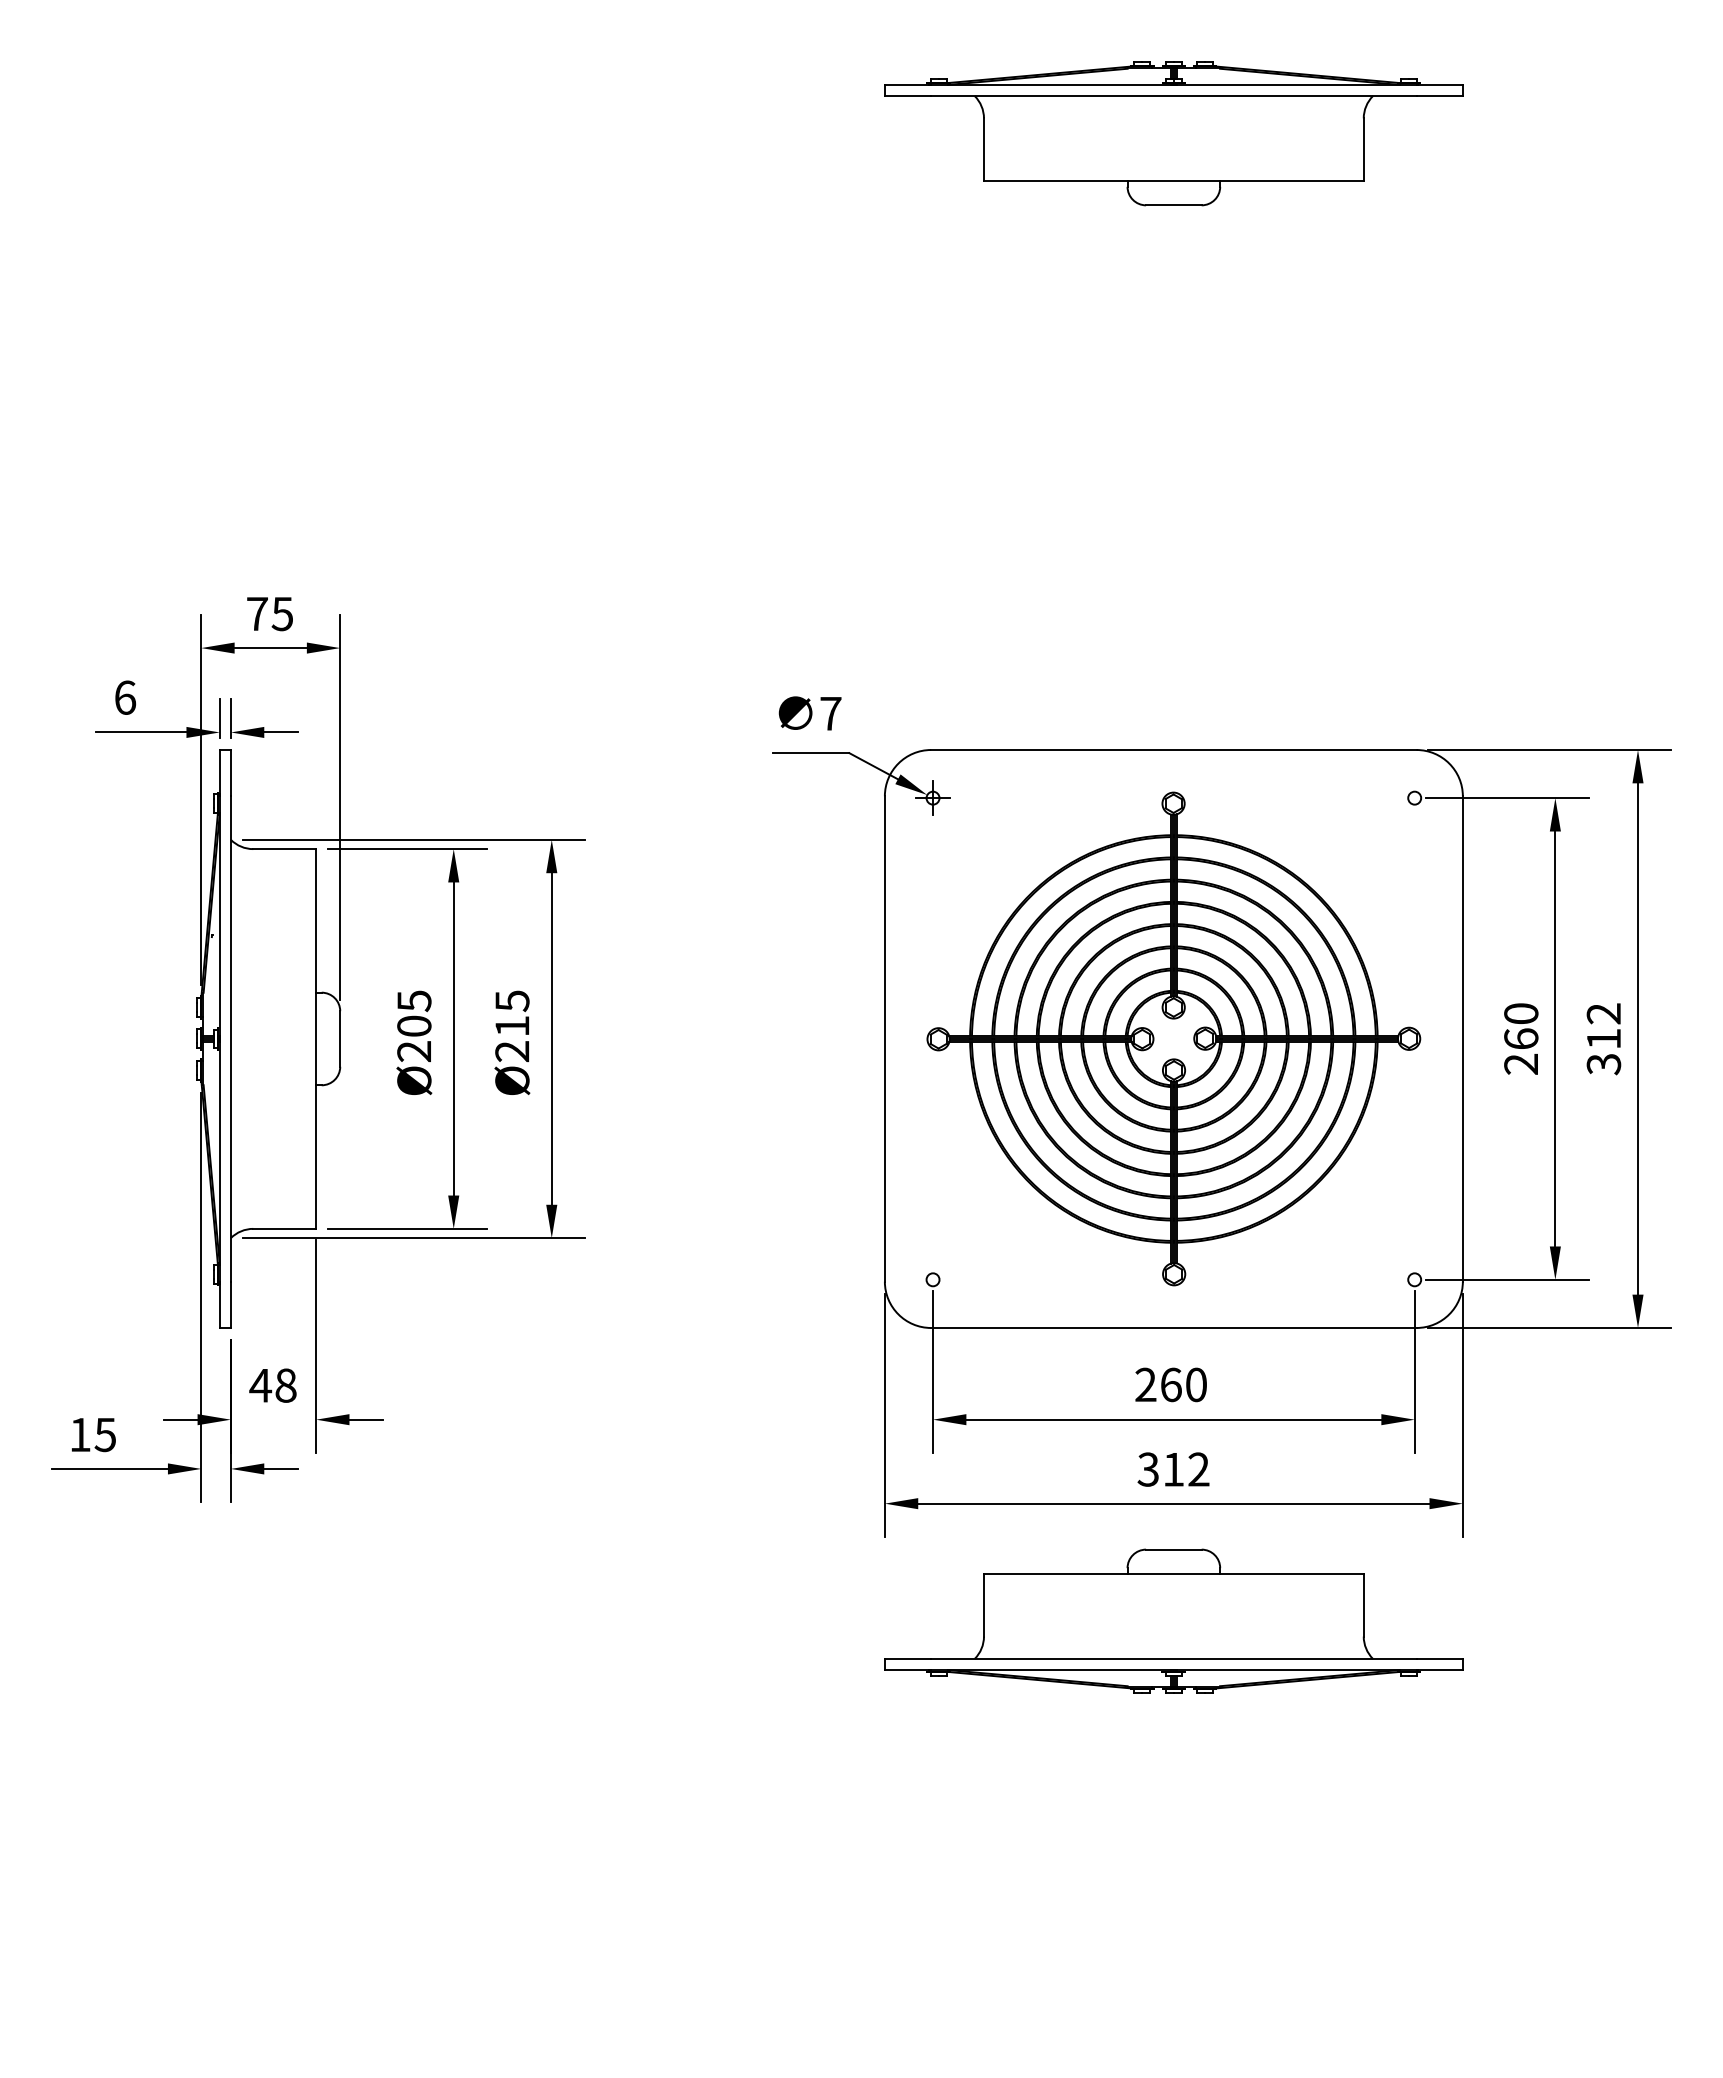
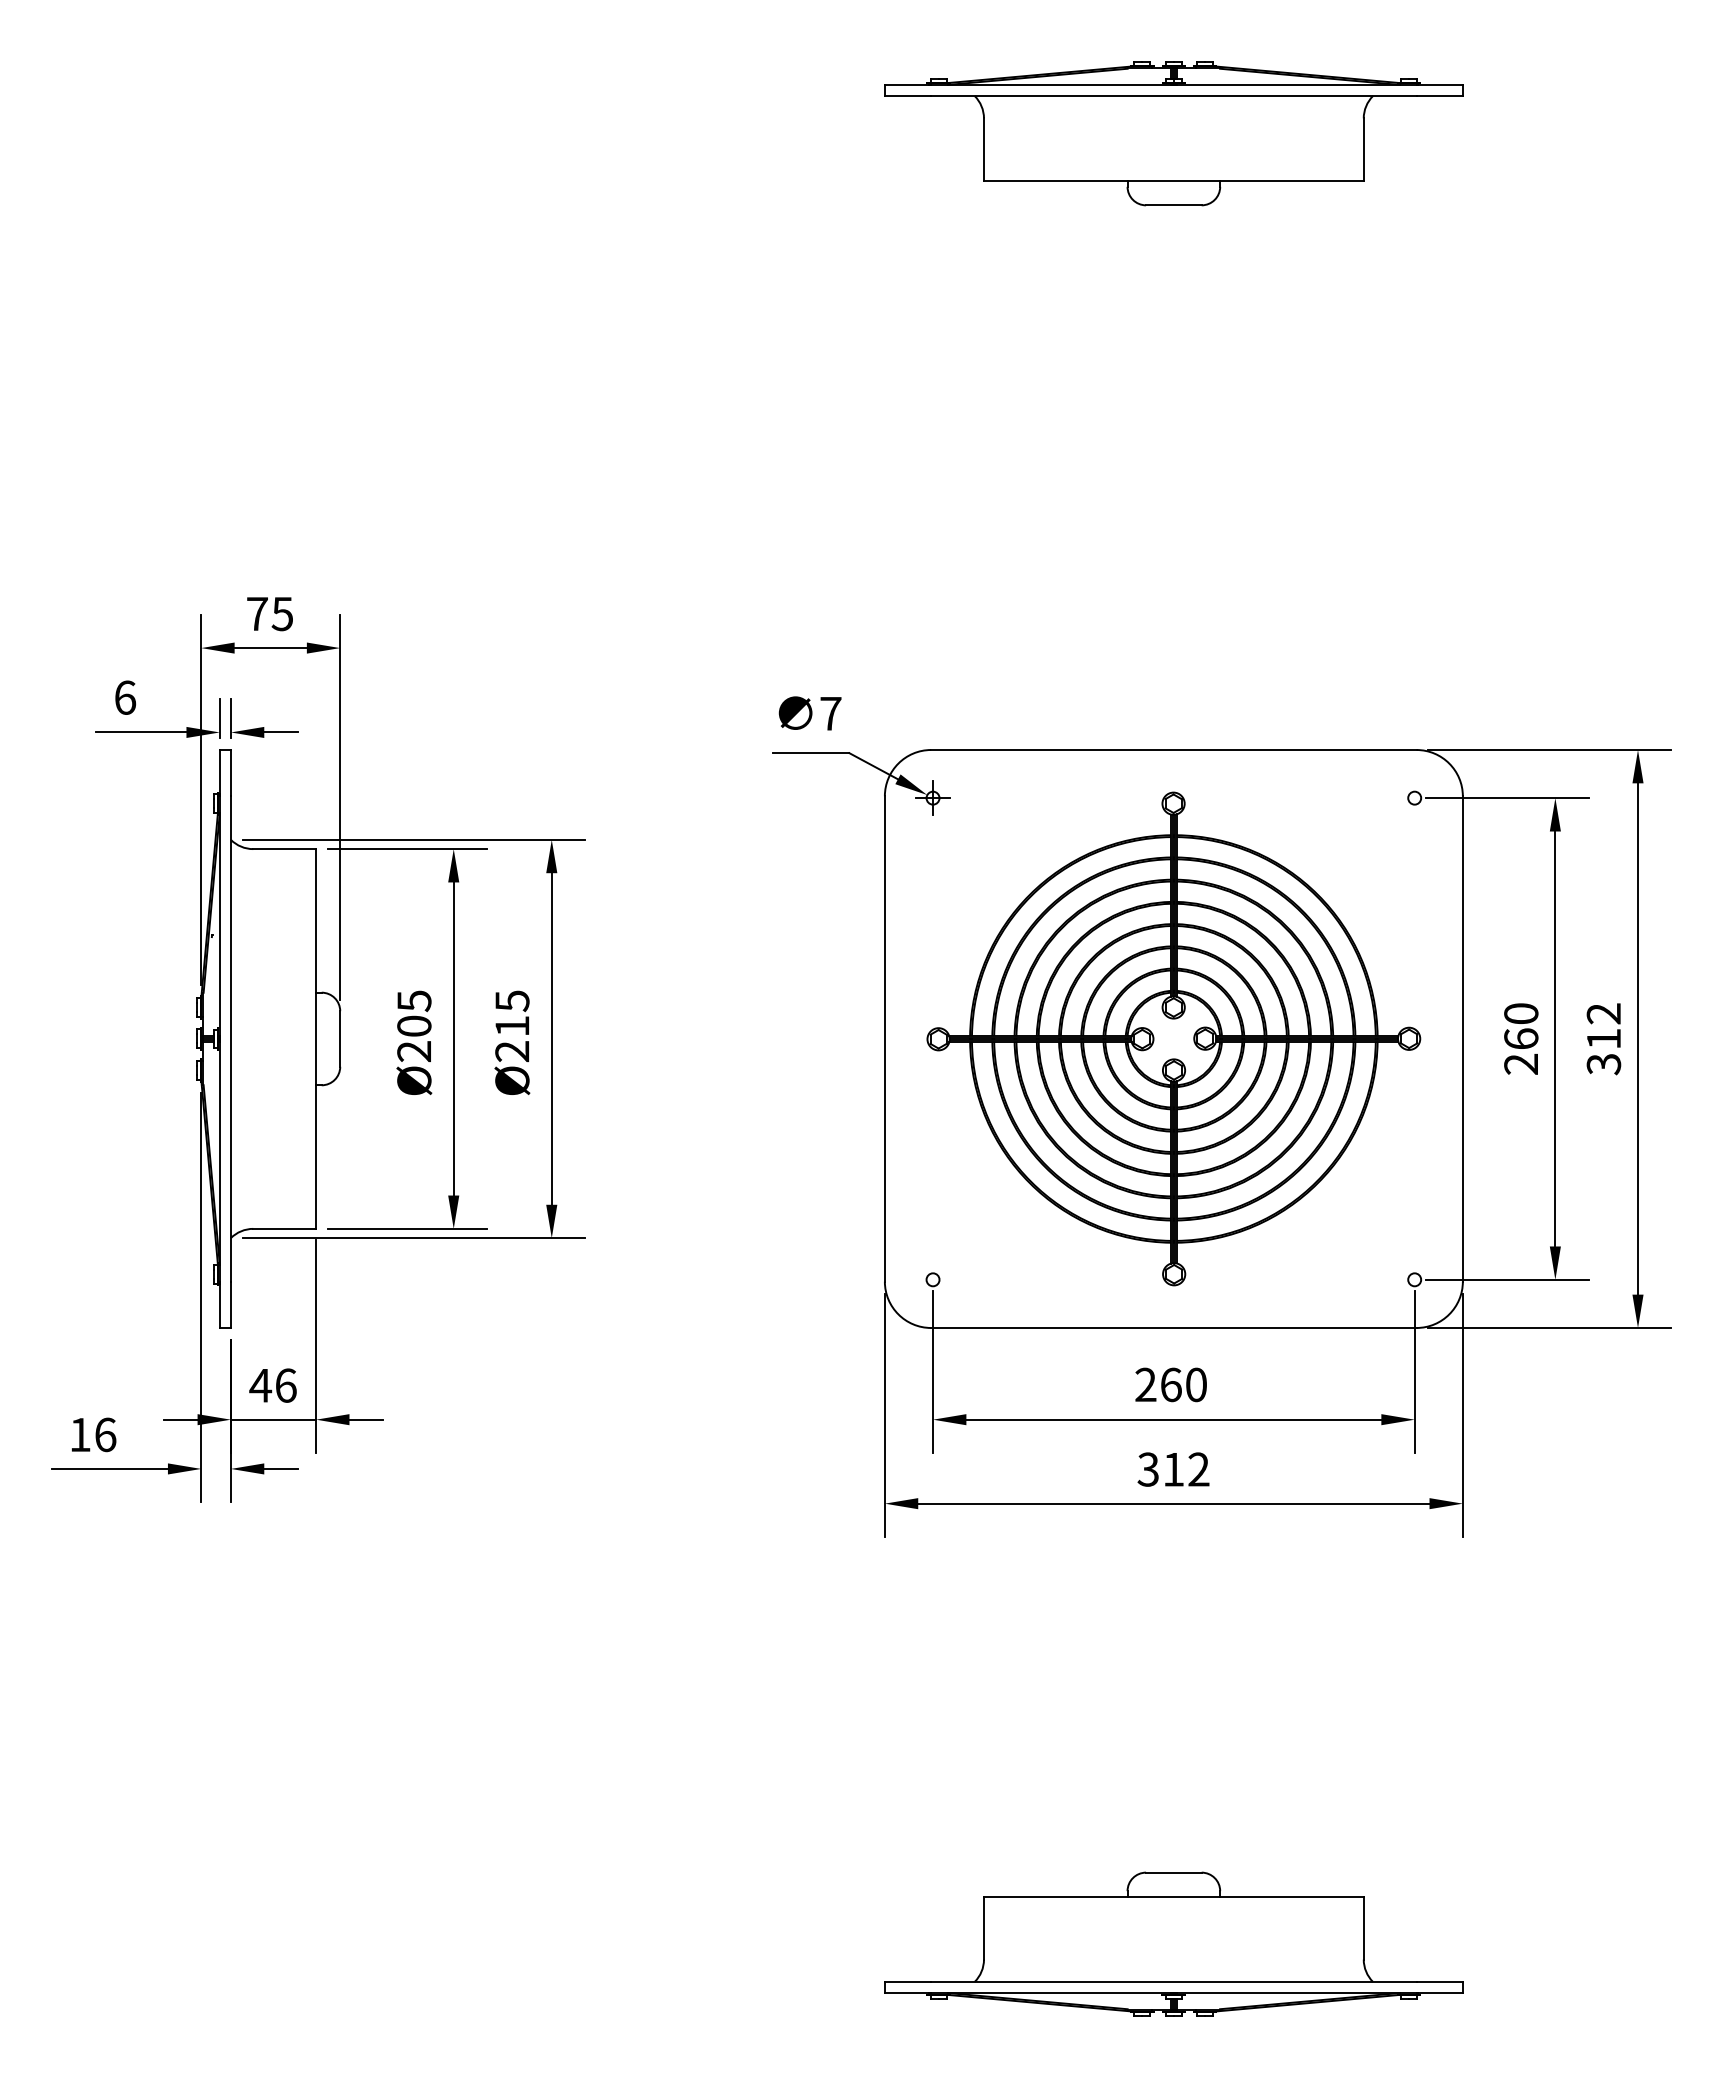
text at (285, 1385): 48 -> 46
line at (273, 1419): none -> present
text at (105, 1434): 15 -> 16
part at (1173, 1620) position: (1173, 1620) -> (1173, 1943)
